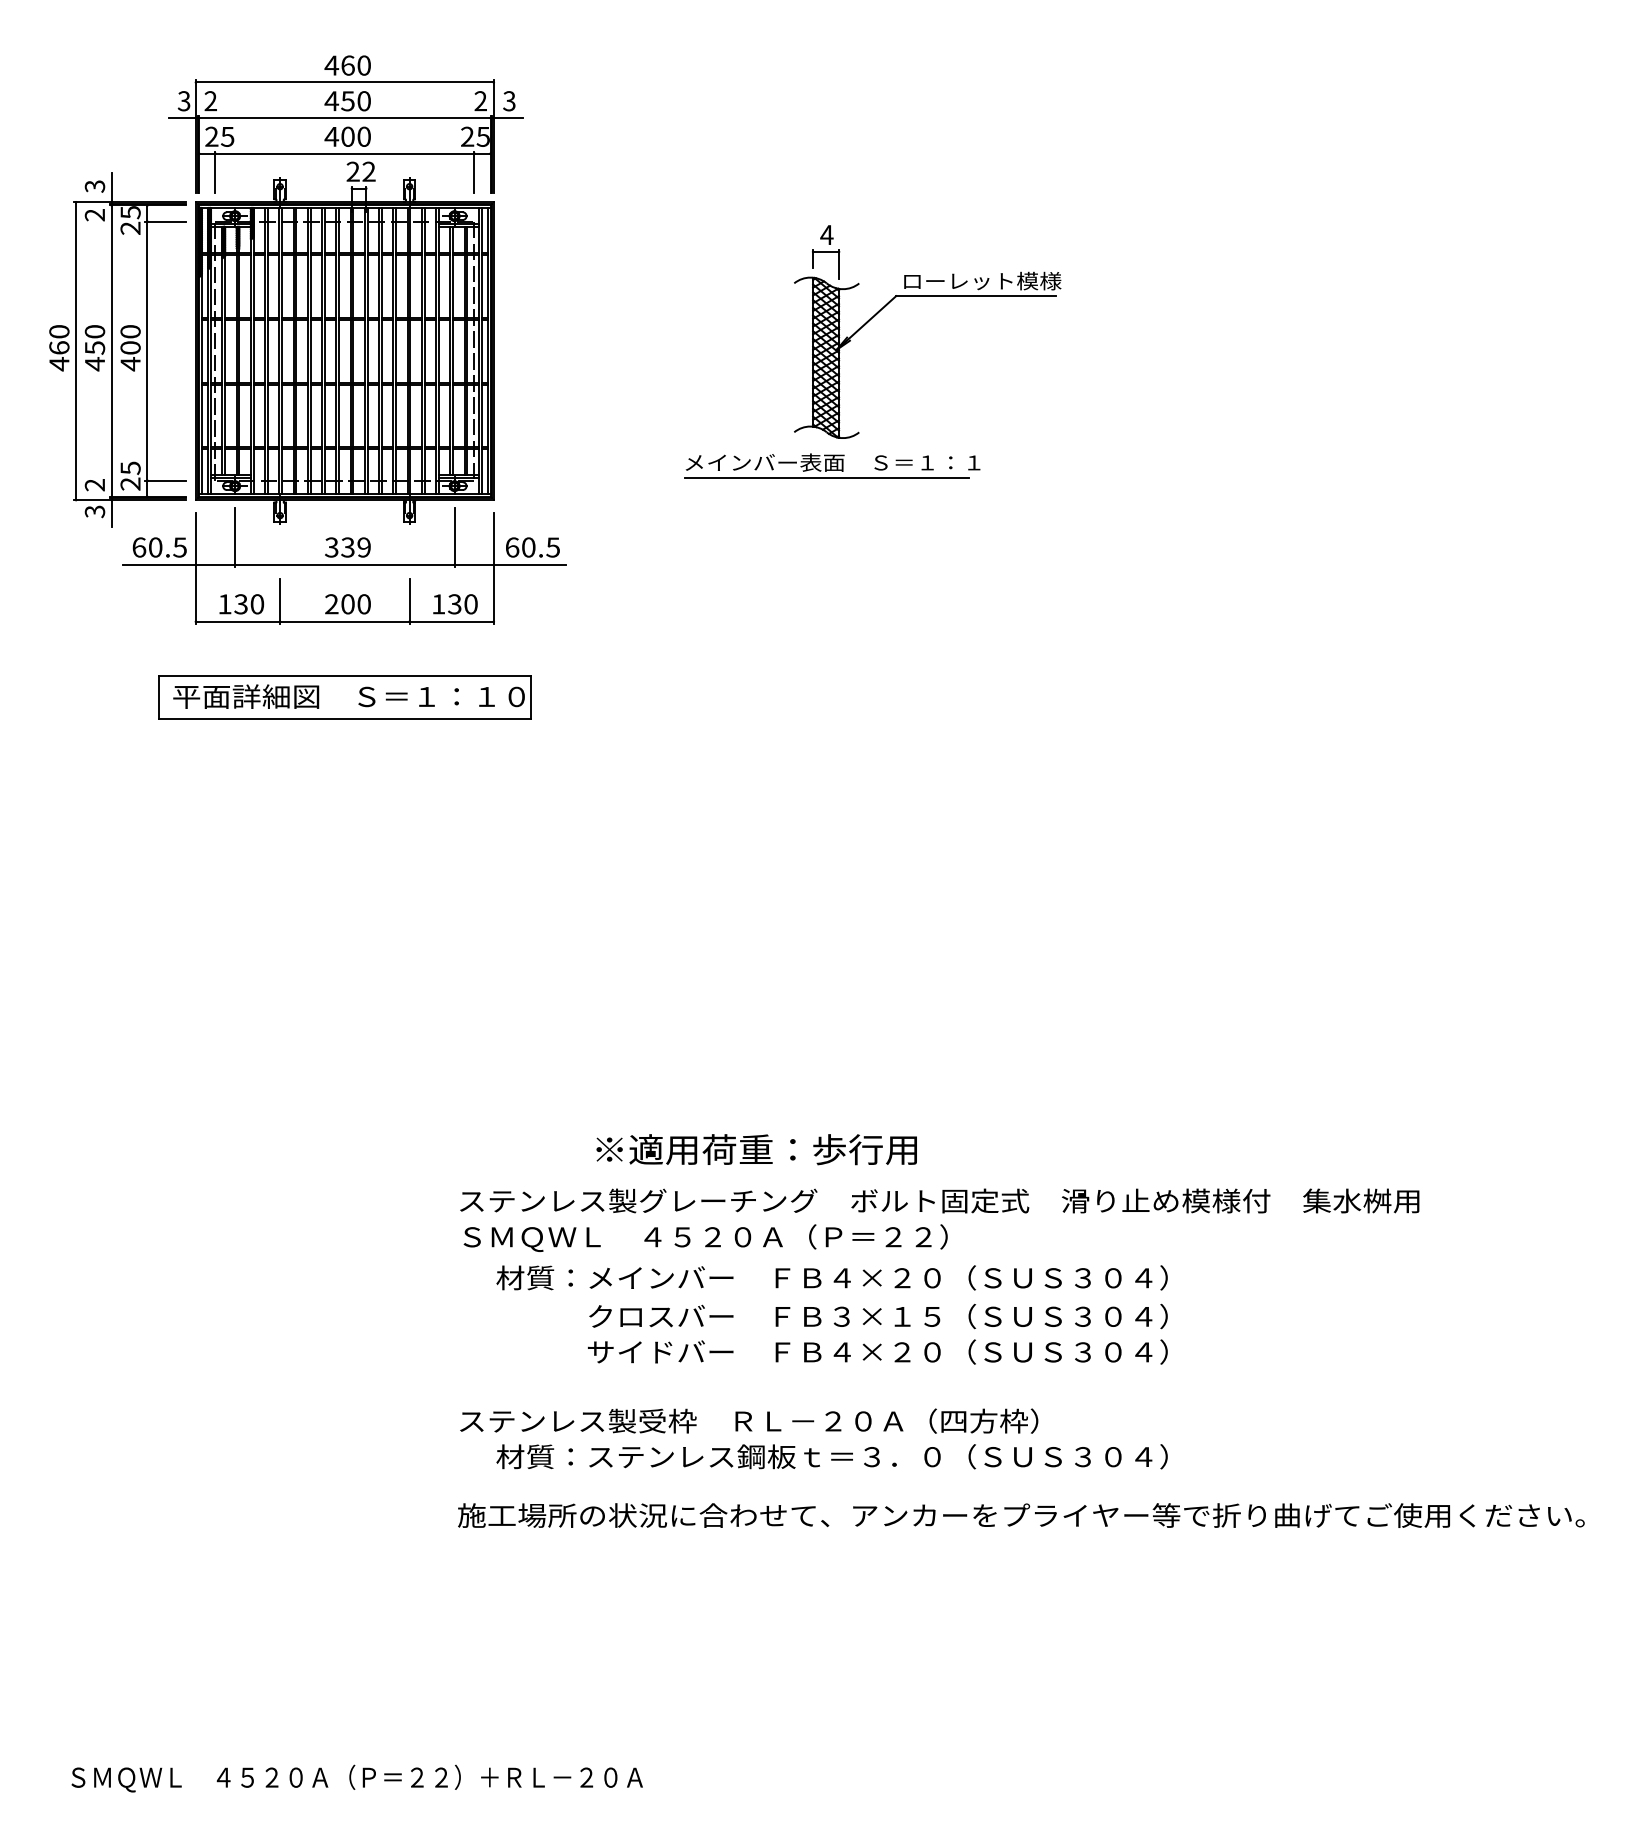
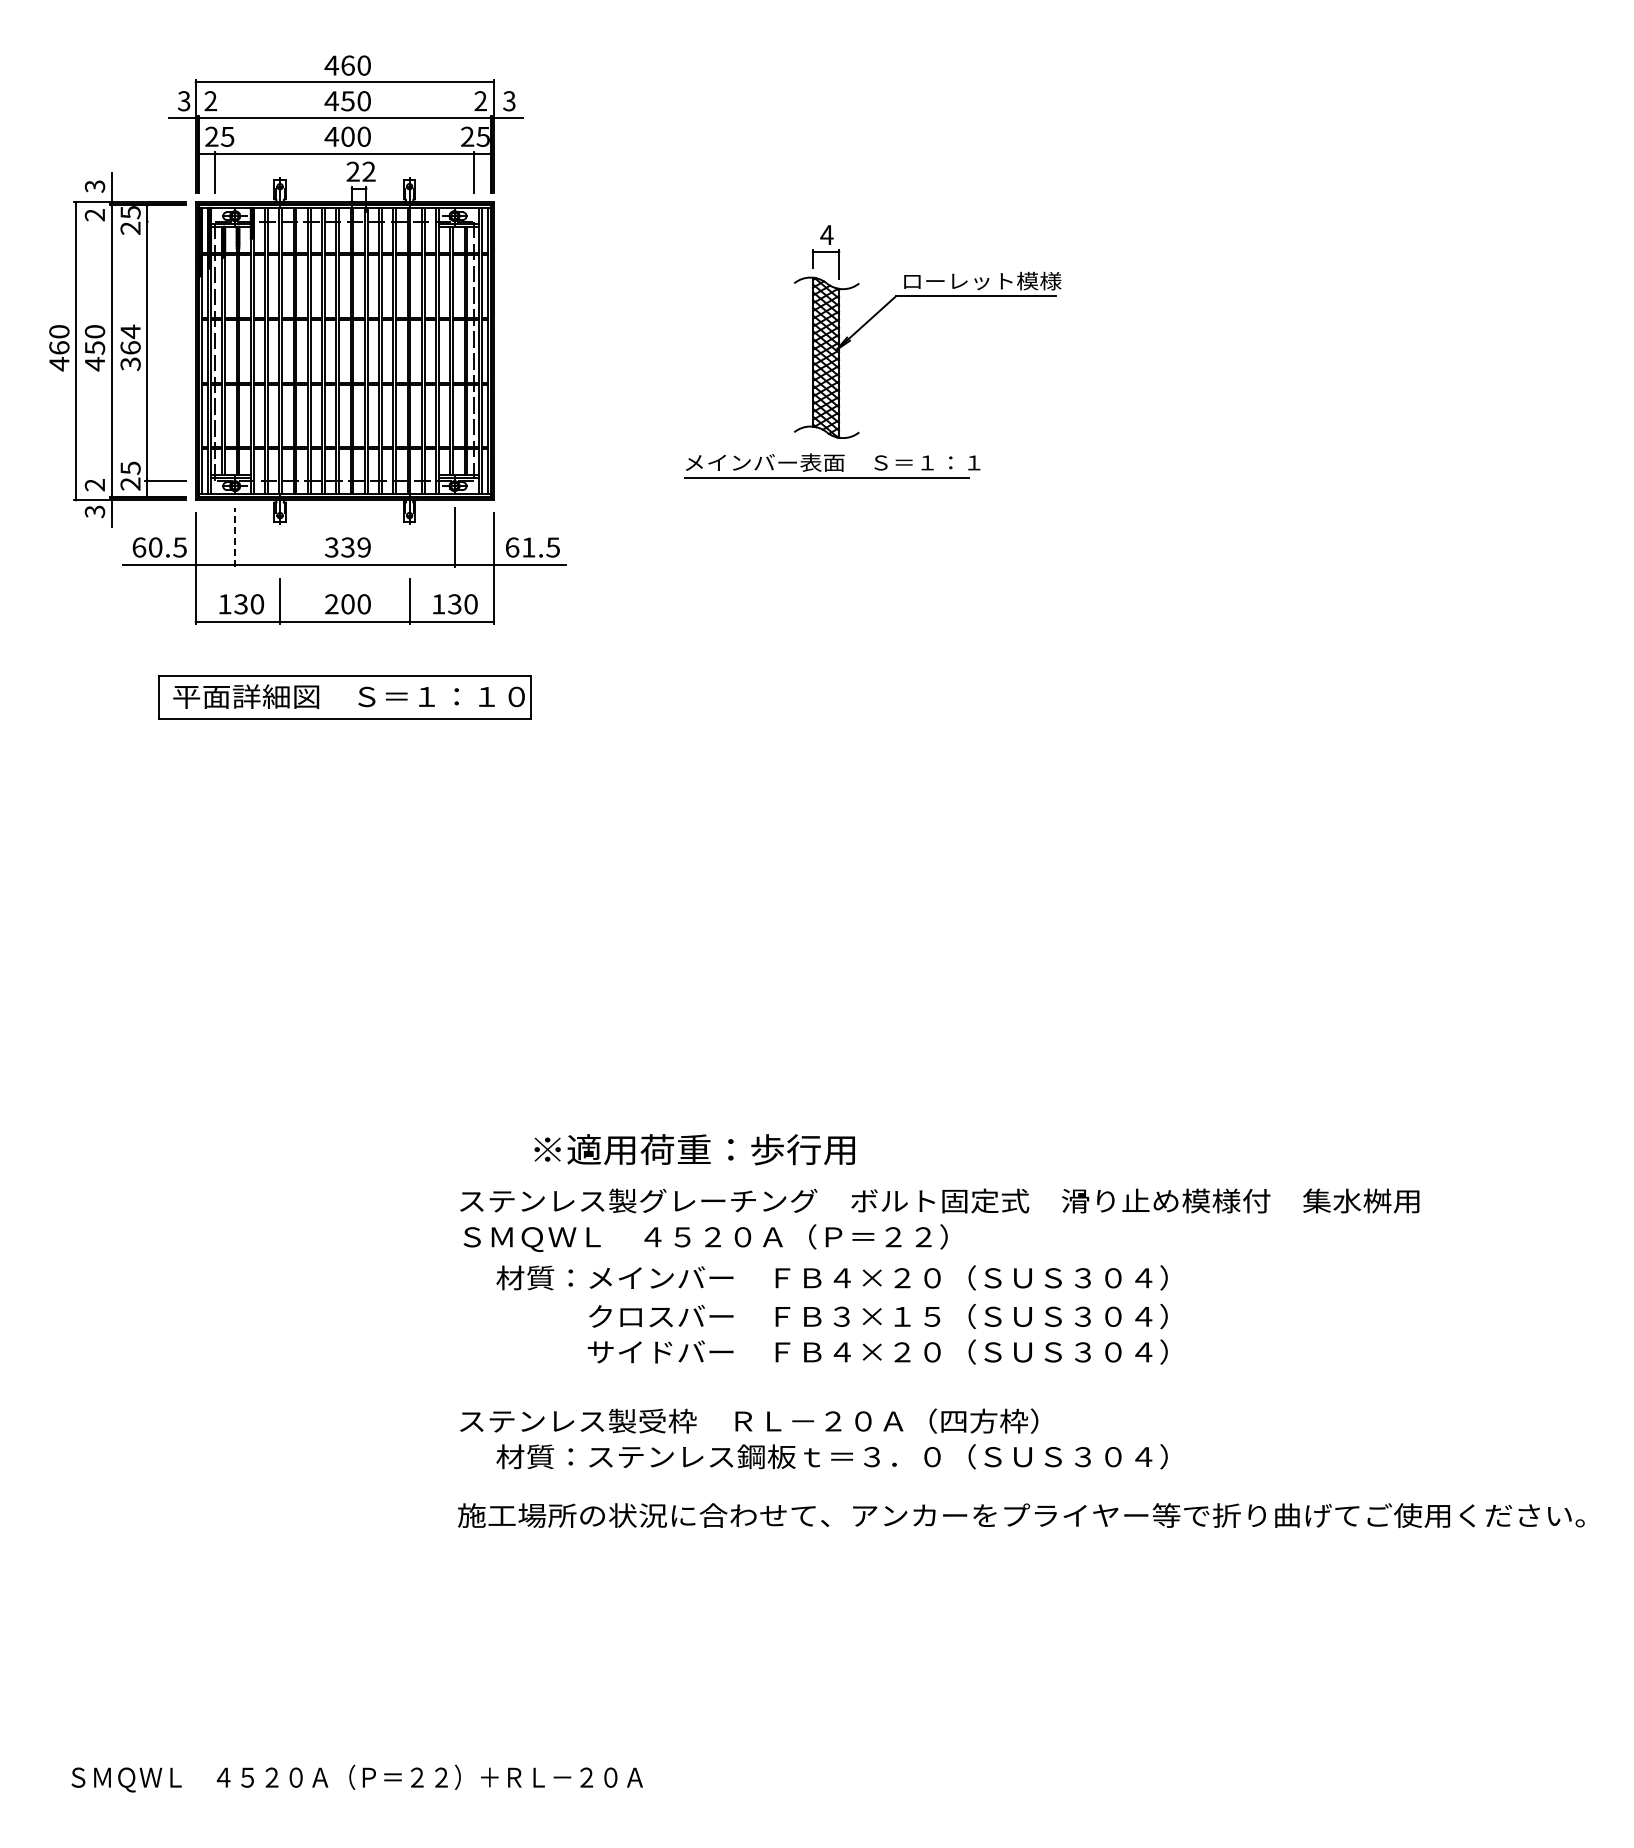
line at (165, 221): present -> none
text at (130, 347): 400 -> 364
line at (235, 537): solid -> dashed
text at (528, 547): 60.5 -> 61.5
text at (756, 1149) position: (756, 1149) -> (694, 1149)
